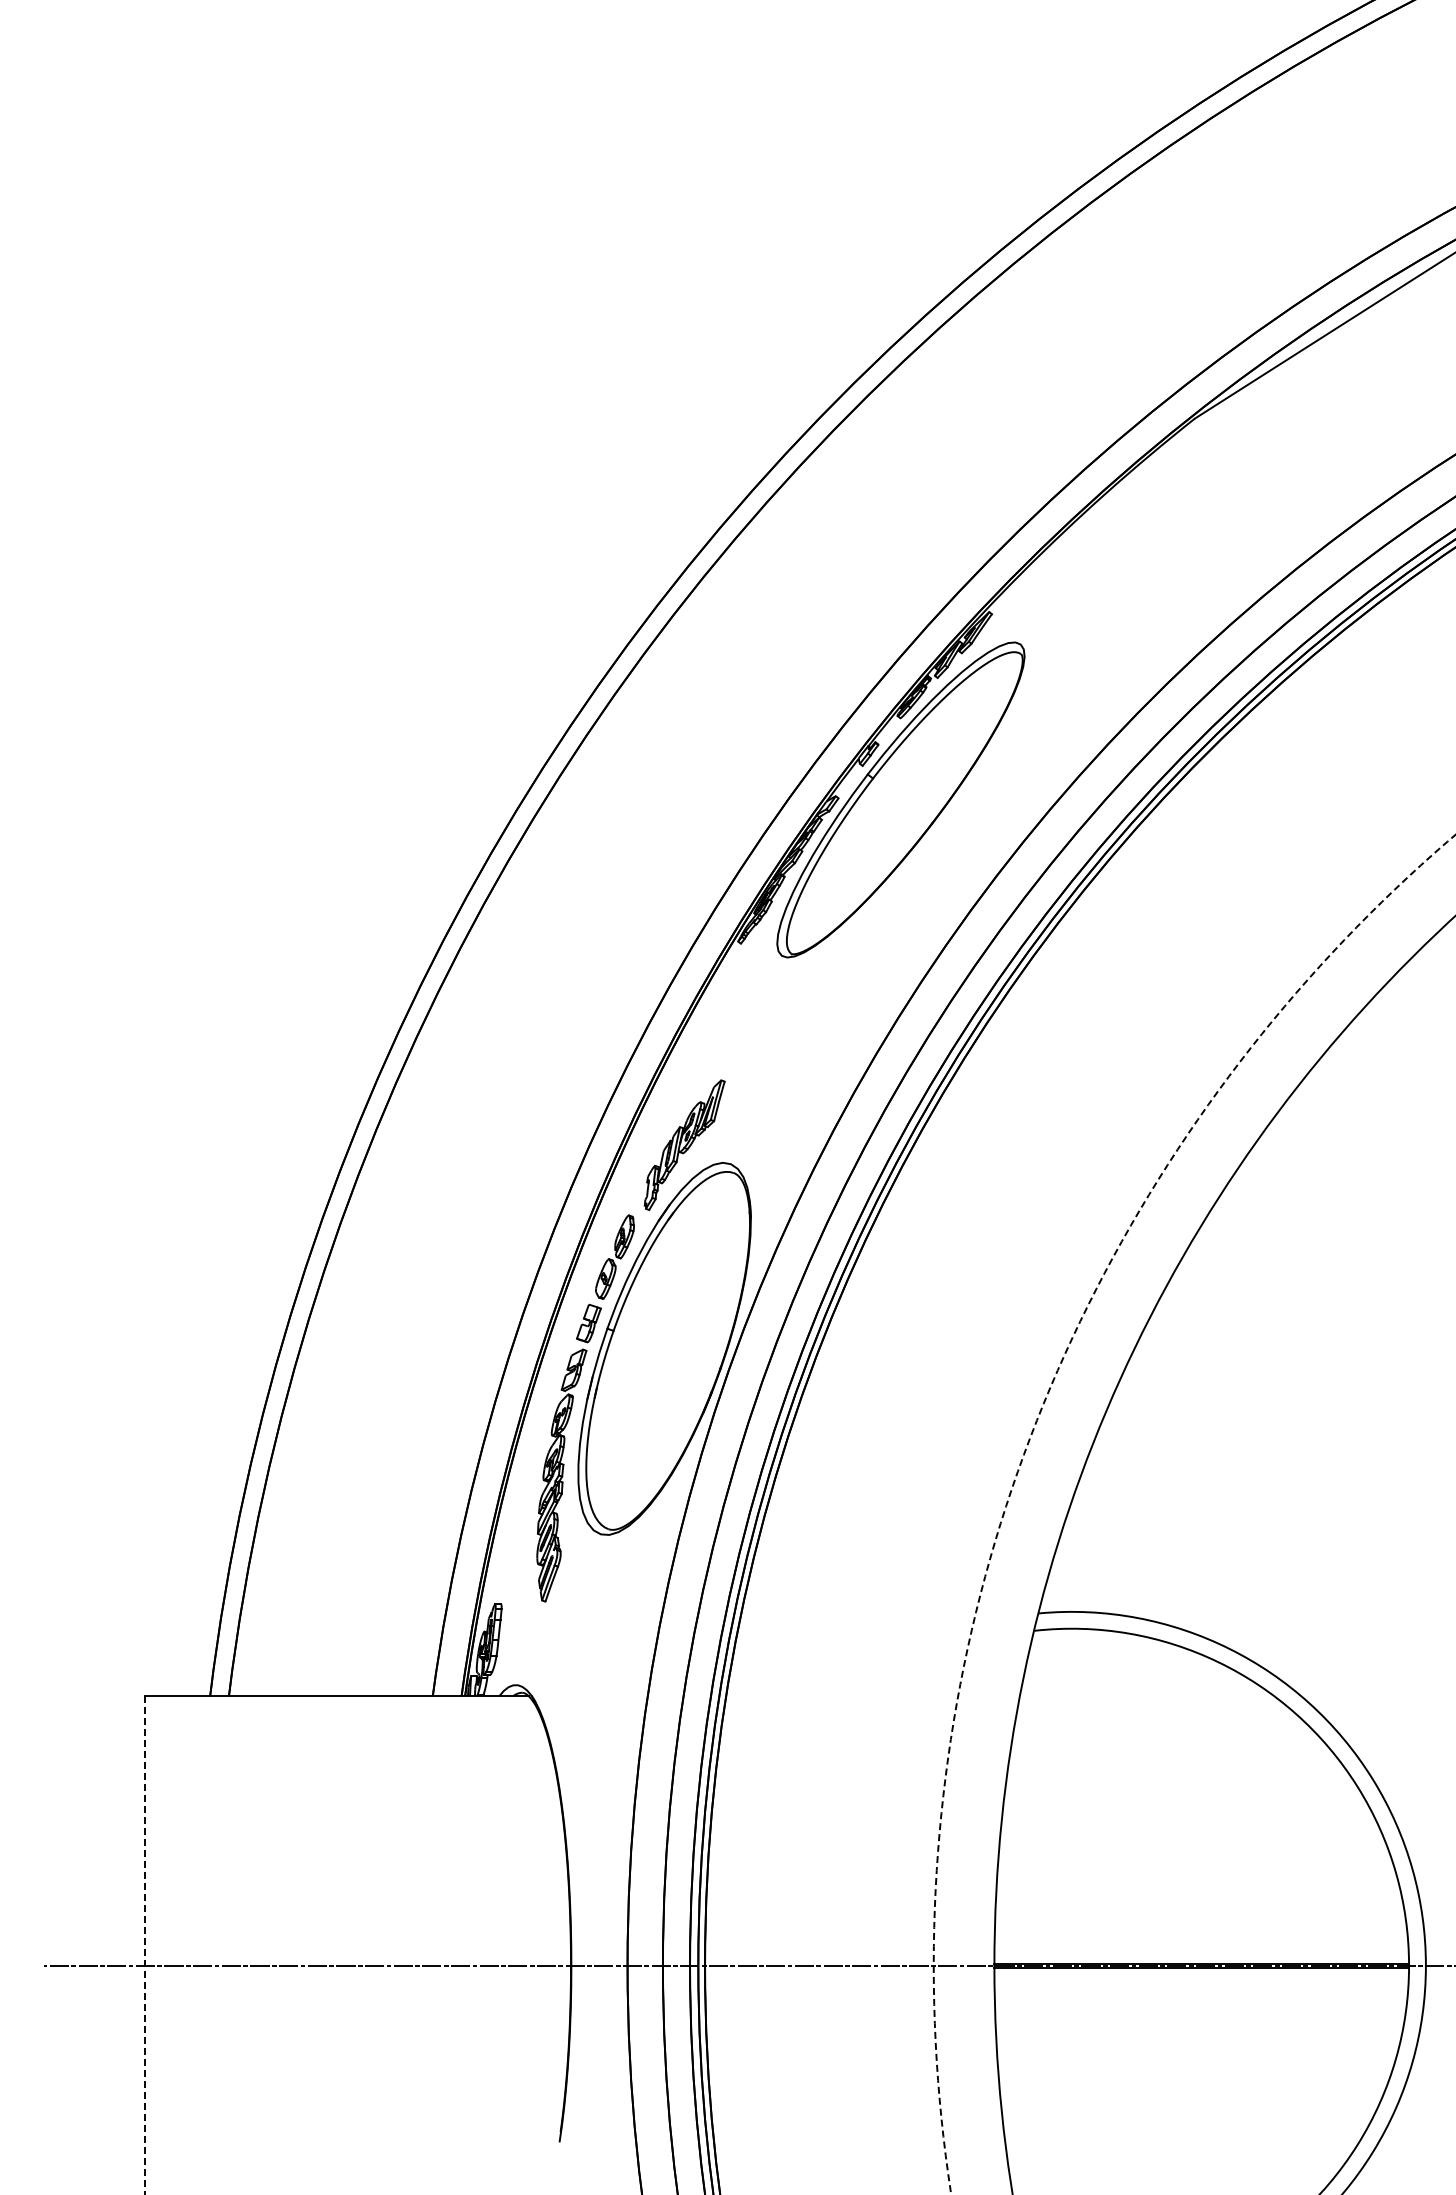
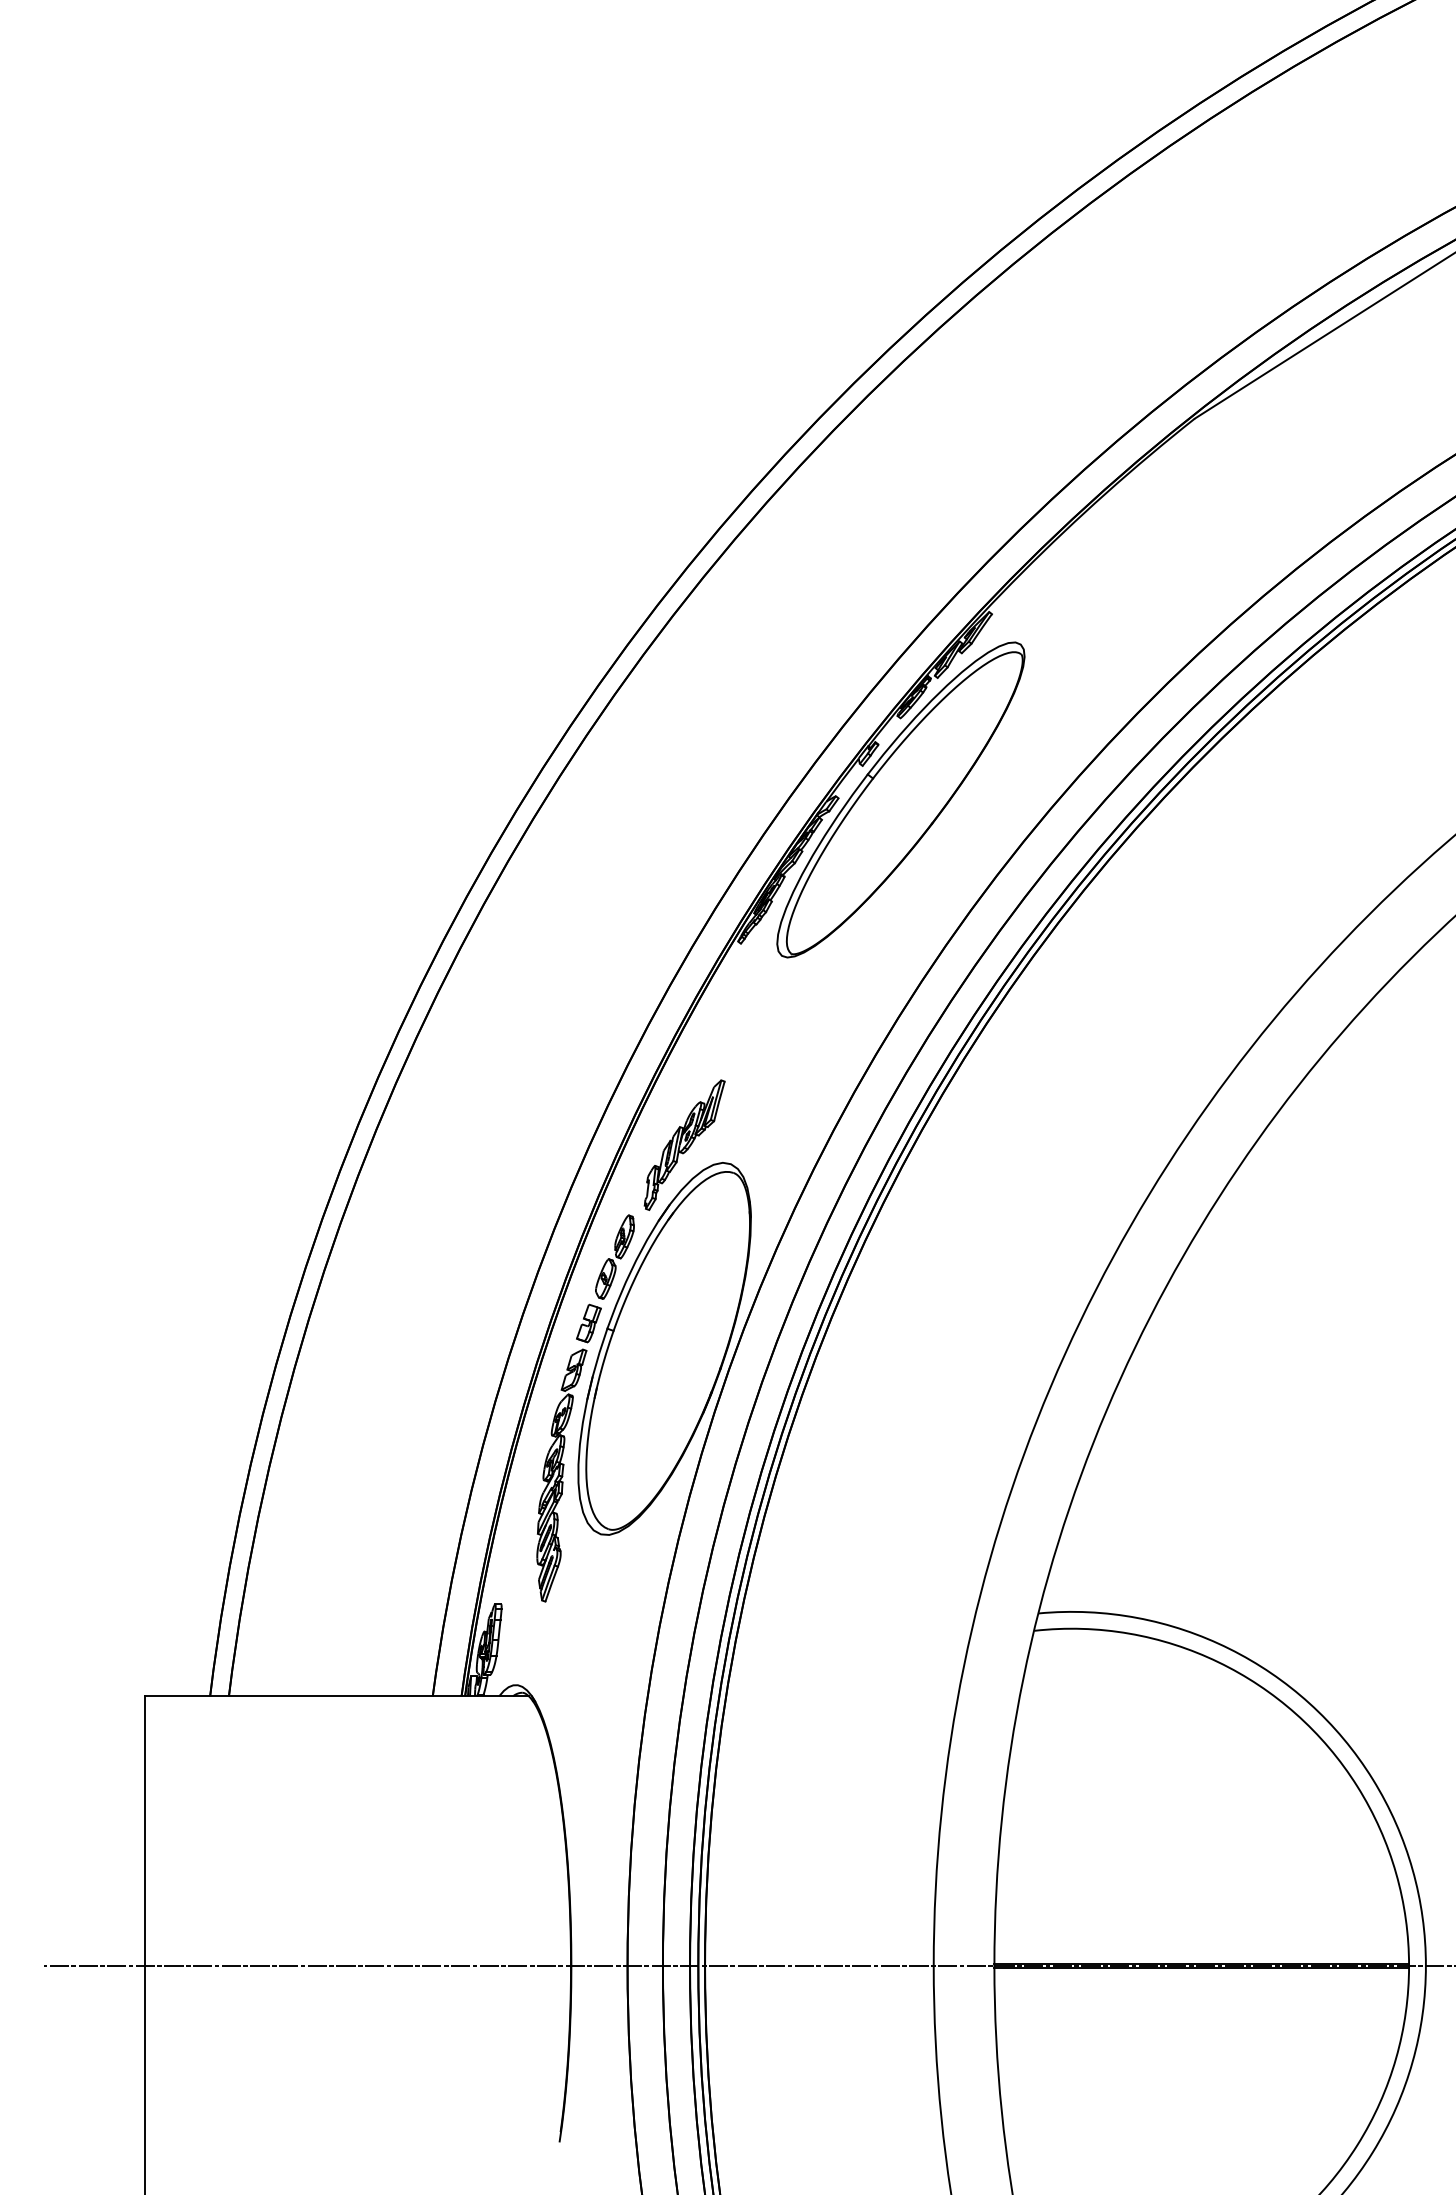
circle at (1194, 1514): dashed -> solid
line at (144, 1945): dashed -> solid
